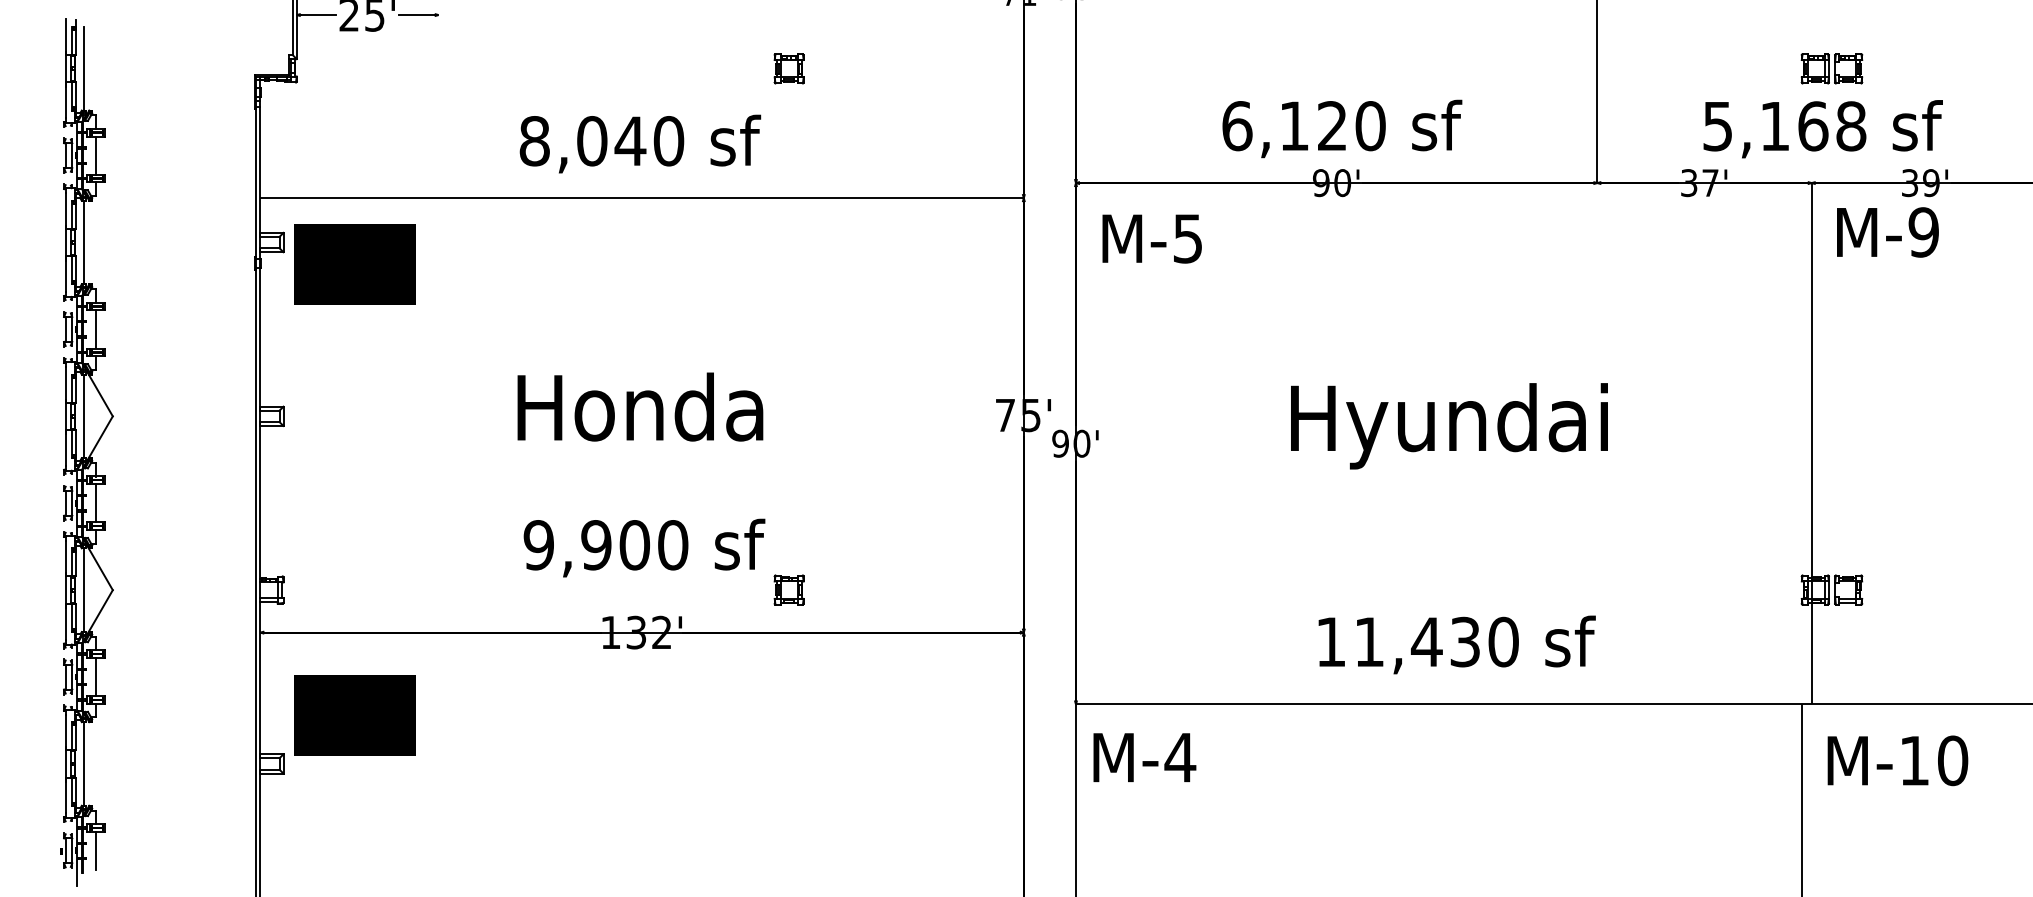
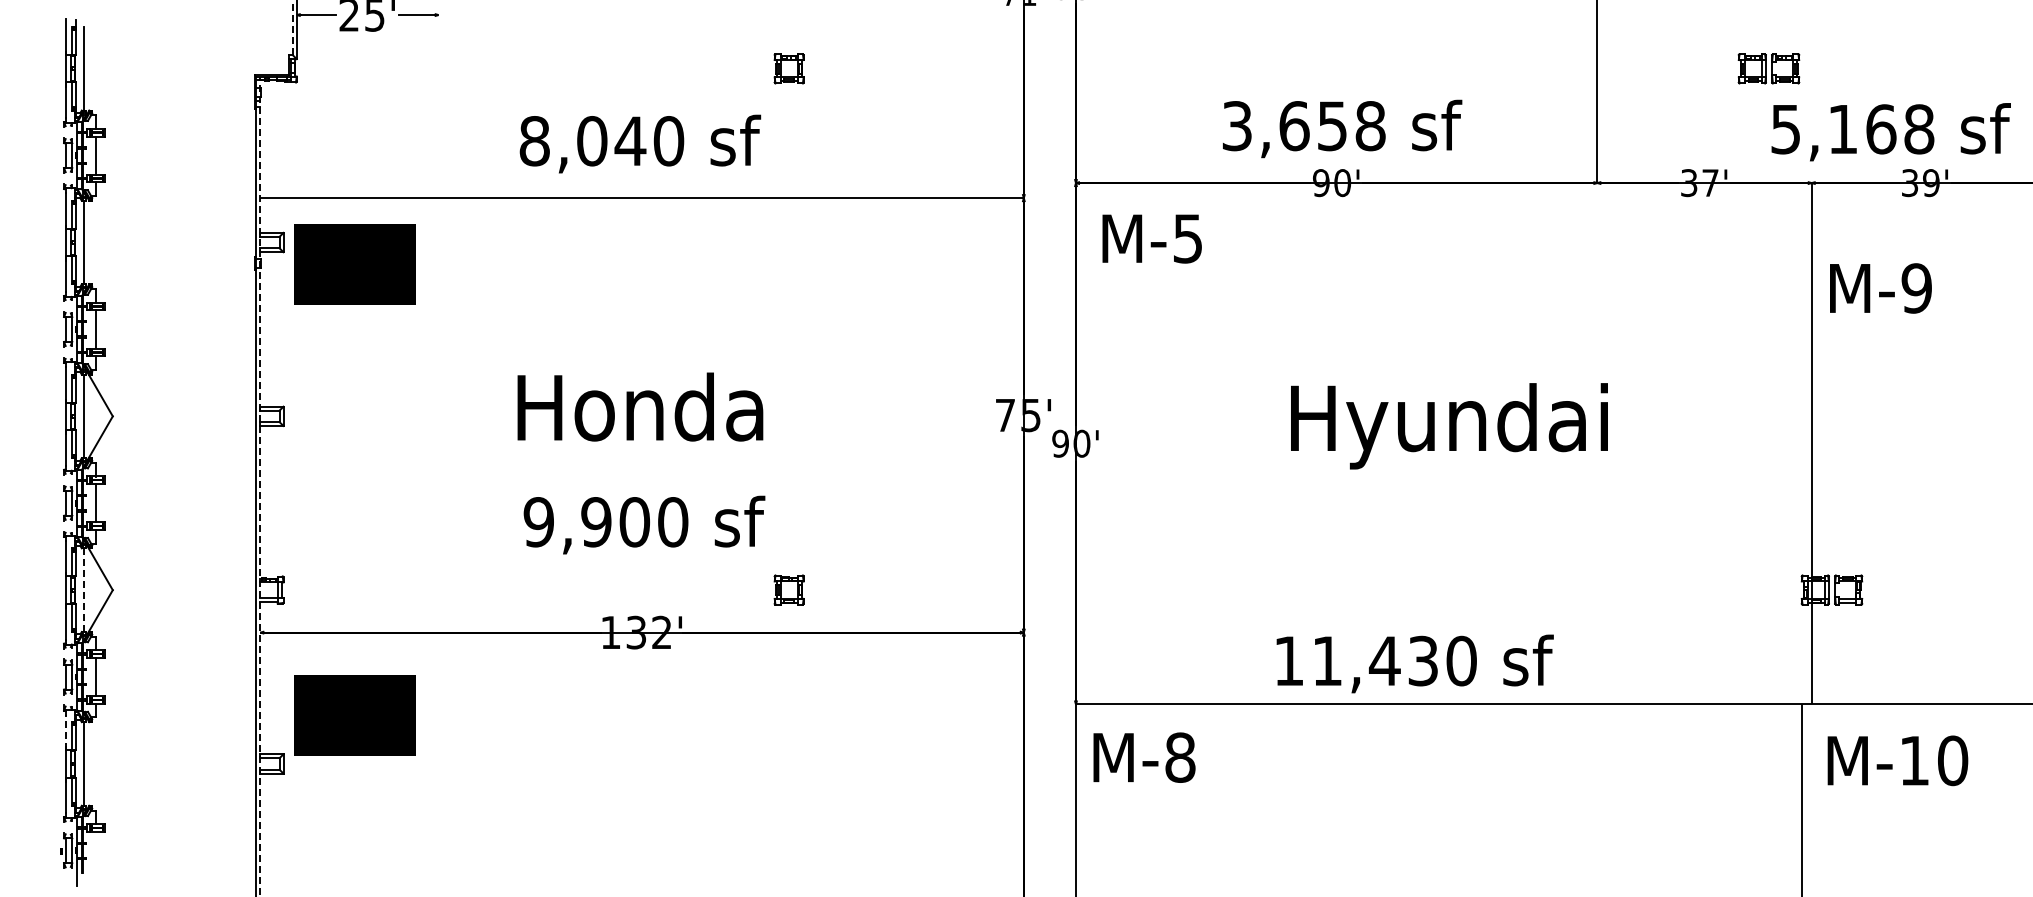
line at (292, 27): solid -> dashed
part at (1831, 68) position: (1831, 68) -> (1768, 68)
text at (1303, 126): 6,120 -> 3,658
text at (1822, 129) position: (1822, 129) -> (1890, 132)
text at (1887, 232) position: (1887, 232) -> (1880, 288)
line at (260, 486): solid -> dashed
text at (644, 547) position: (644, 547) -> (644, 524)
line at (84, 590): solid -> dashed
text at (1456, 644) position: (1456, 644) -> (1414, 663)
line at (66, 732): solid -> dashed
text at (1180, 757): M-4 -> M-8
line at (96, 850): present -> none
